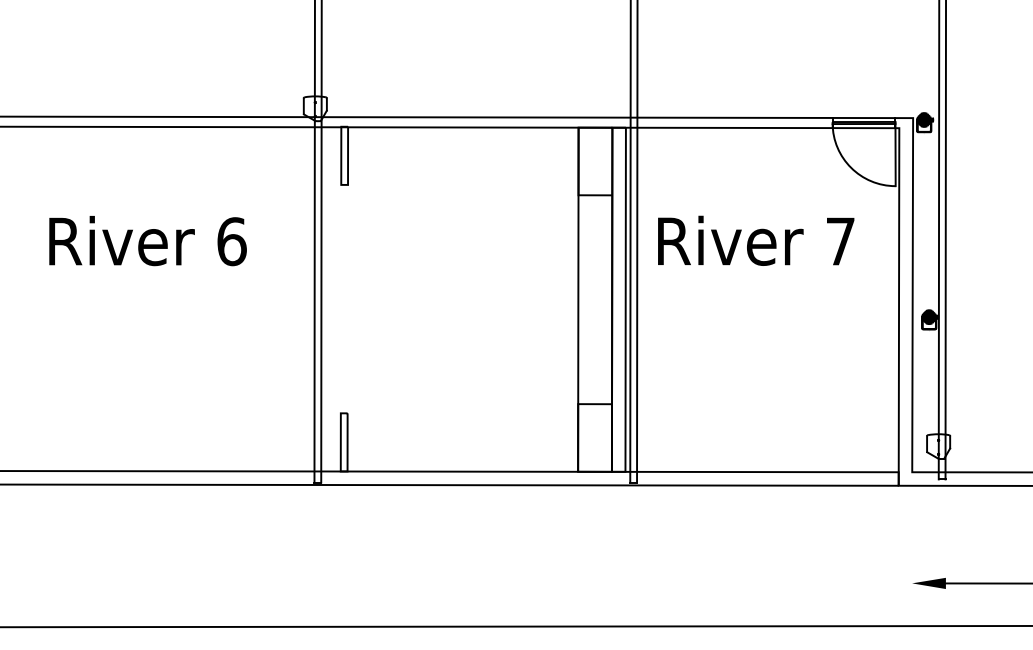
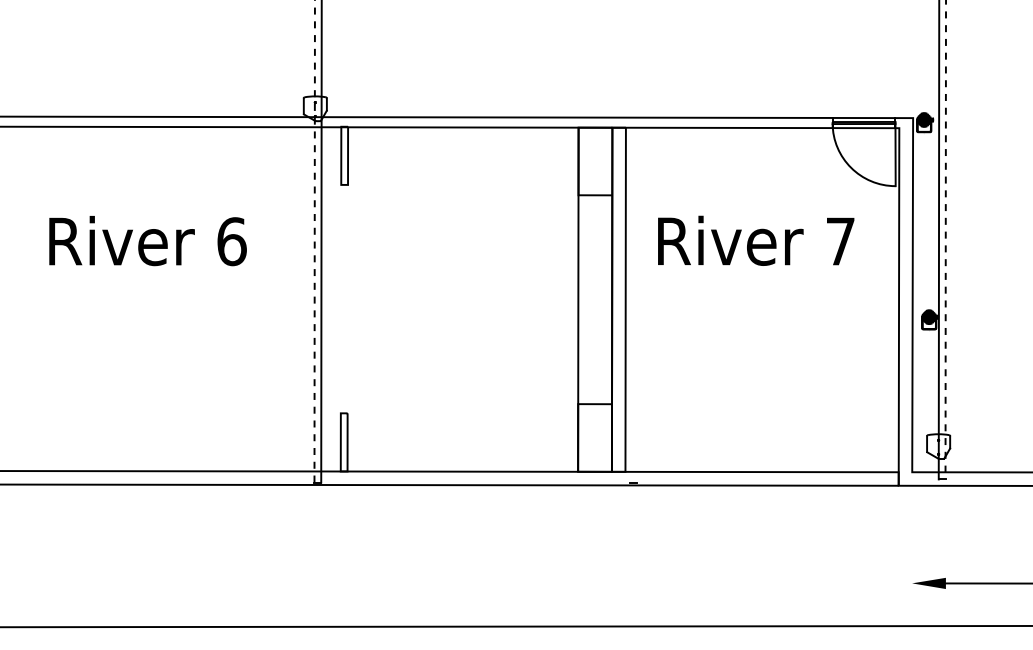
line at (945, 240): solid -> dashed
line at (314, 241): solid -> dashed
line at (630, 242): present -> none
line at (637, 242): present -> none
